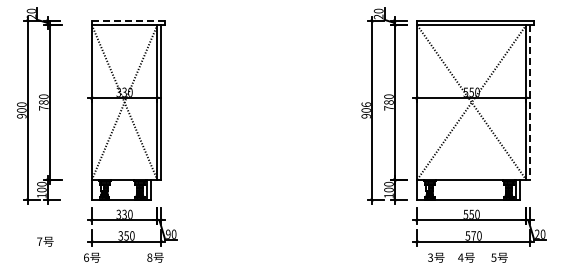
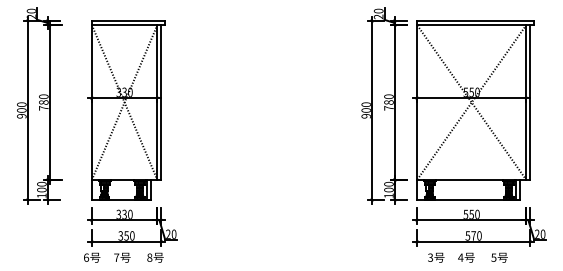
line at (128, 20): dashed -> solid
line at (530, 102): dashed -> solid
text at (365, 104): 906 -> 900
text at (168, 234): 90 -> 20
text at (45, 241) position: (45, 241) -> (122, 257)
